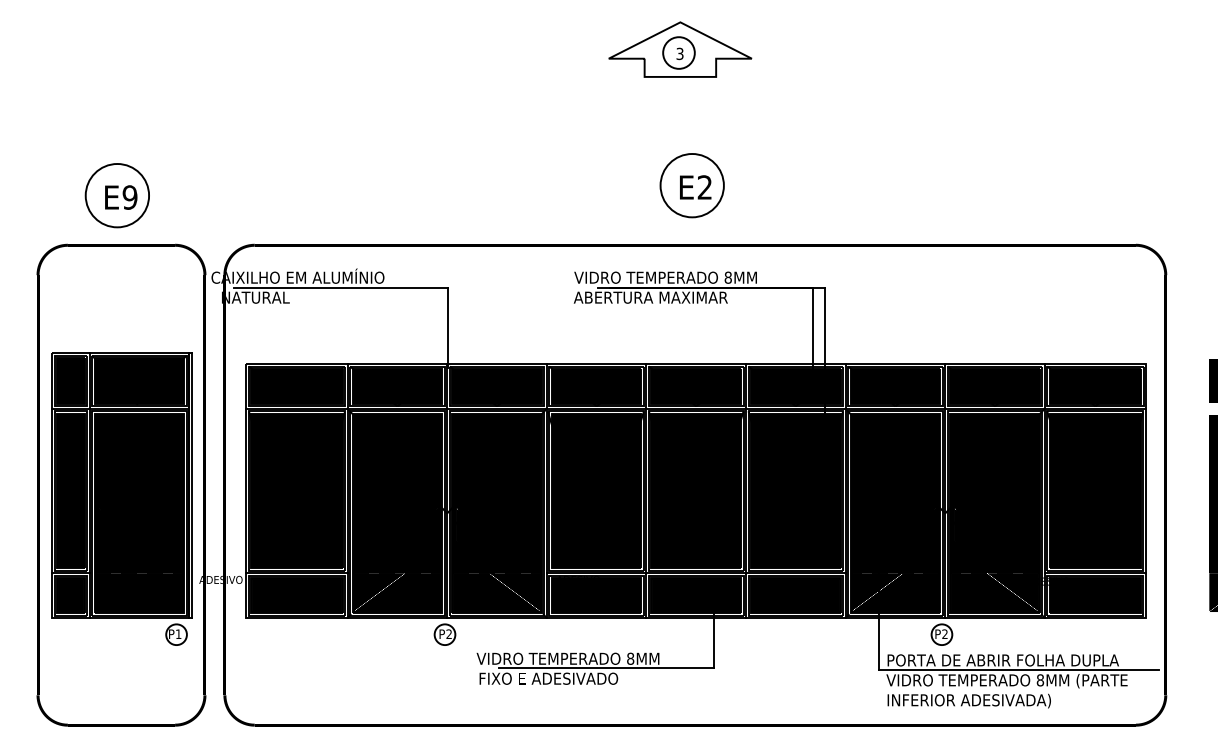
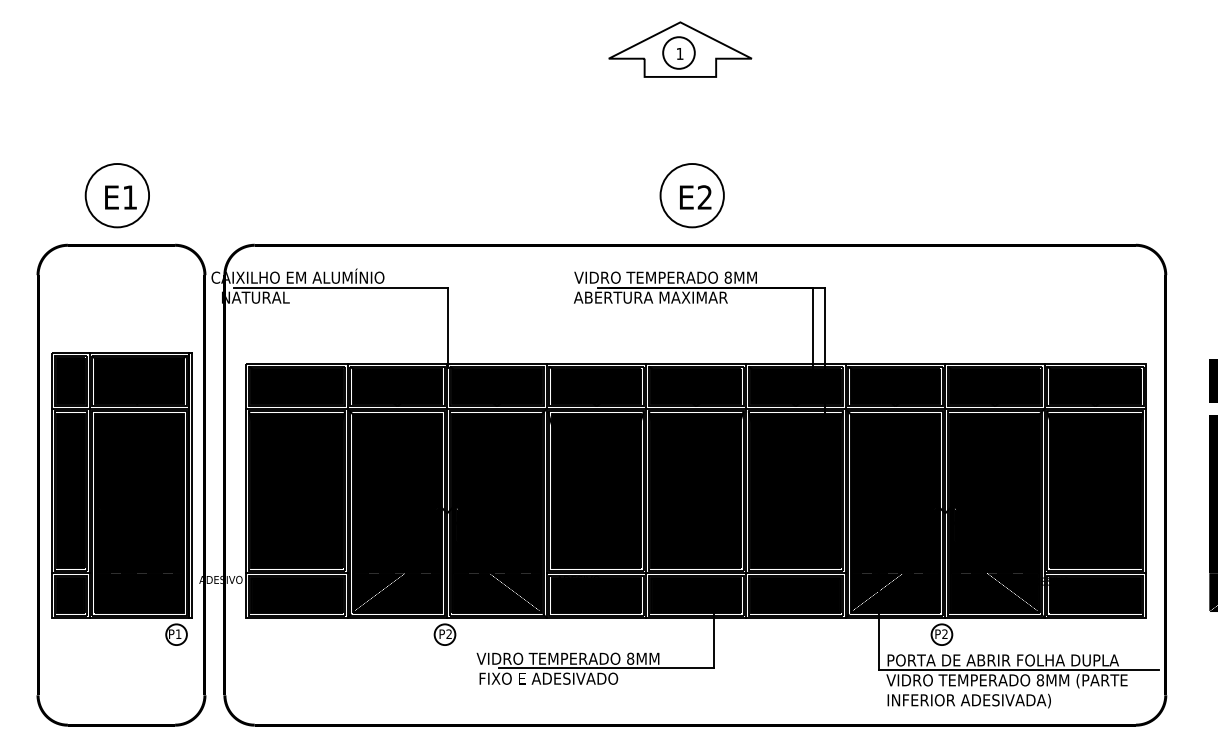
text at (679, 53): 3 -> 1
part at (691, 185) position: (691, 185) -> (691, 195)
text at (129, 197): E9 -> E1
